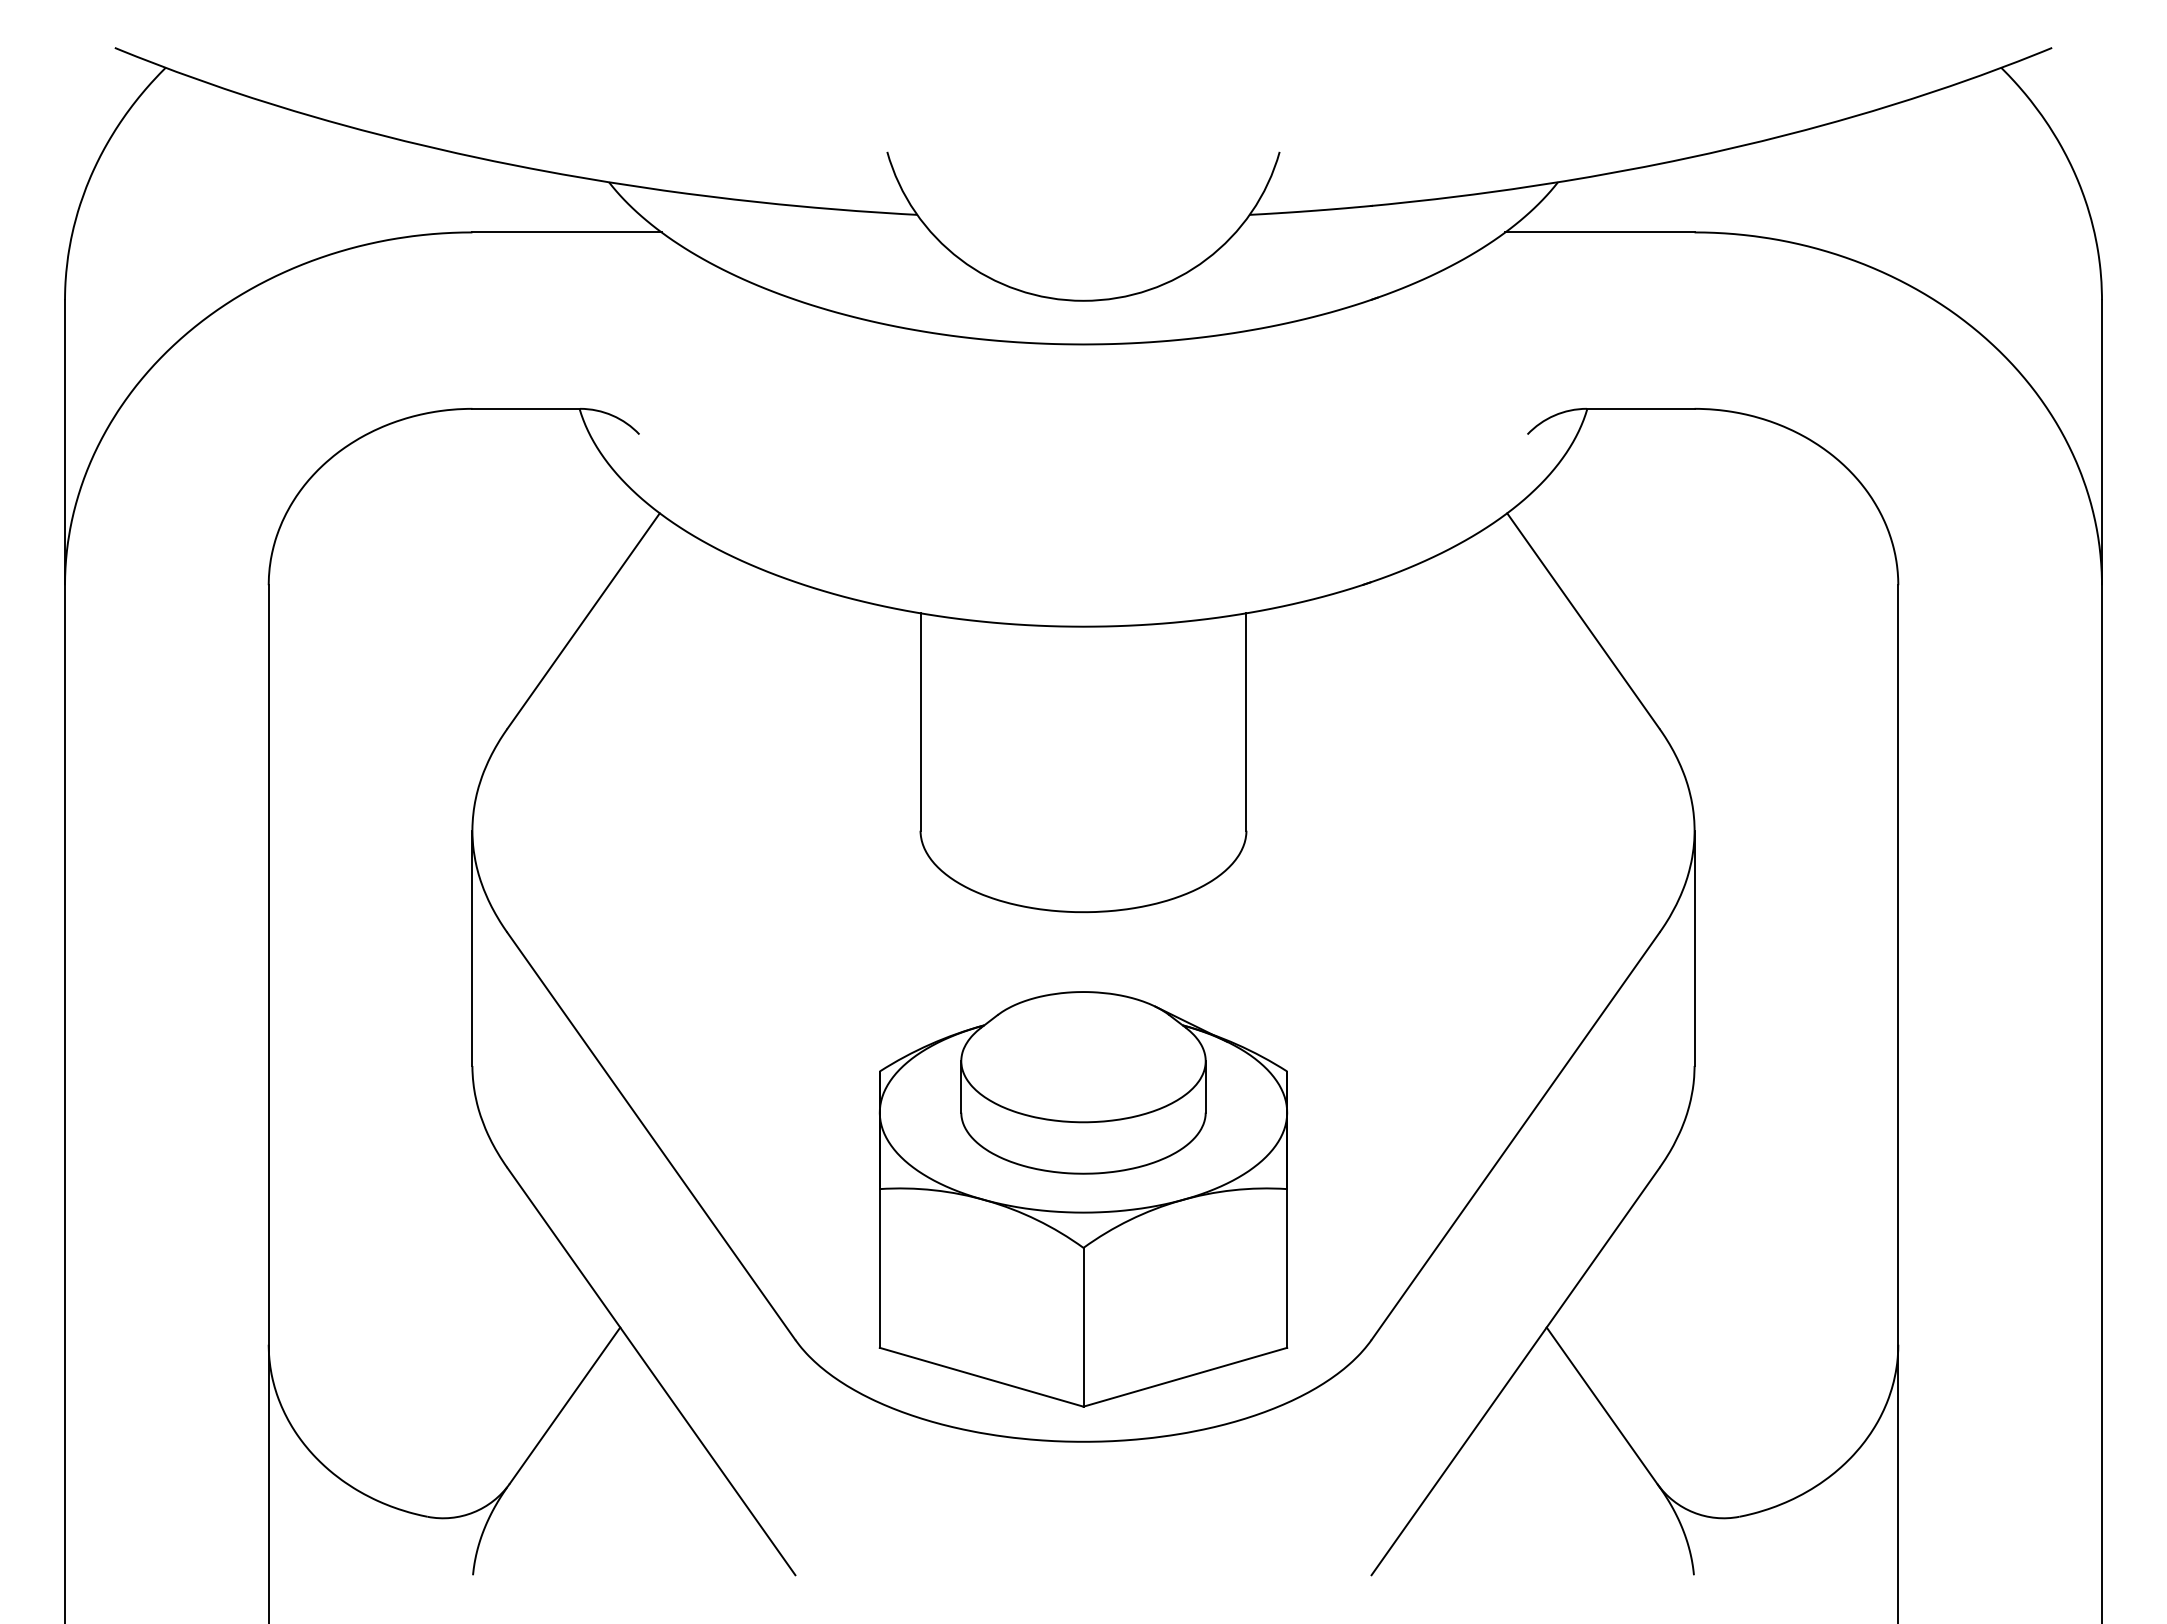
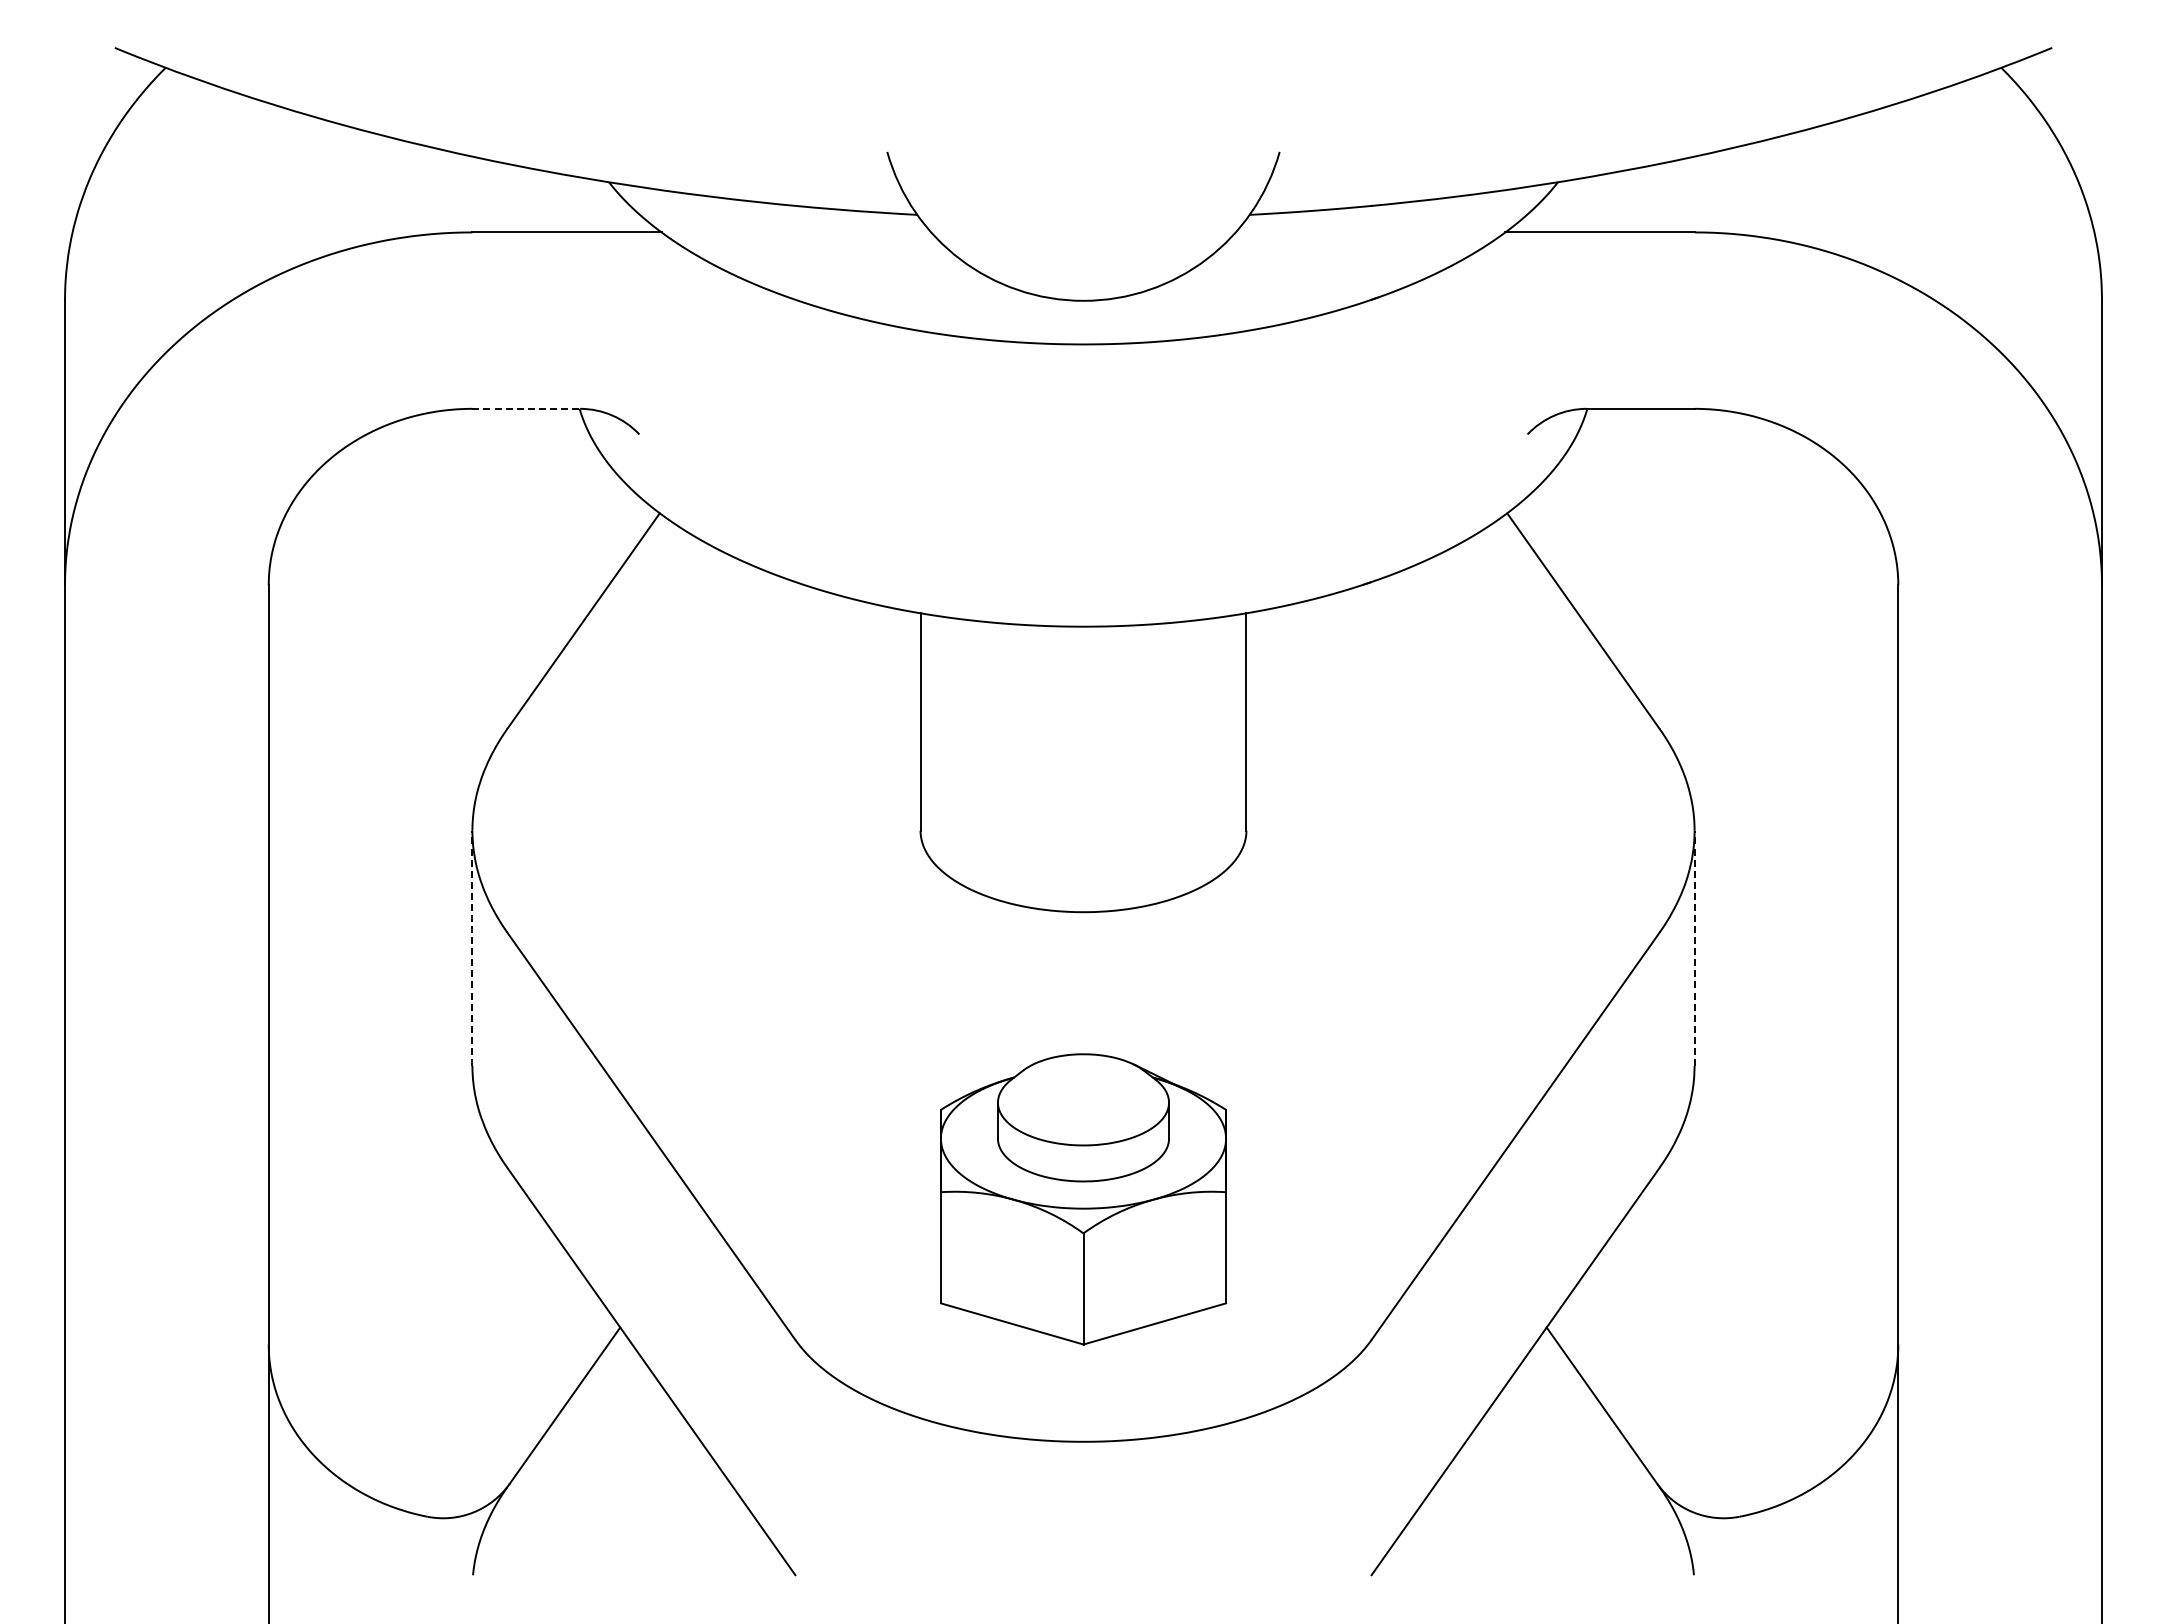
line at (526, 408): solid -> dashed
line at (472, 948): solid -> dashed
line at (1694, 948): solid -> dashed
part at (1083, 1199) size: 411x417 px -> 289x293 px
